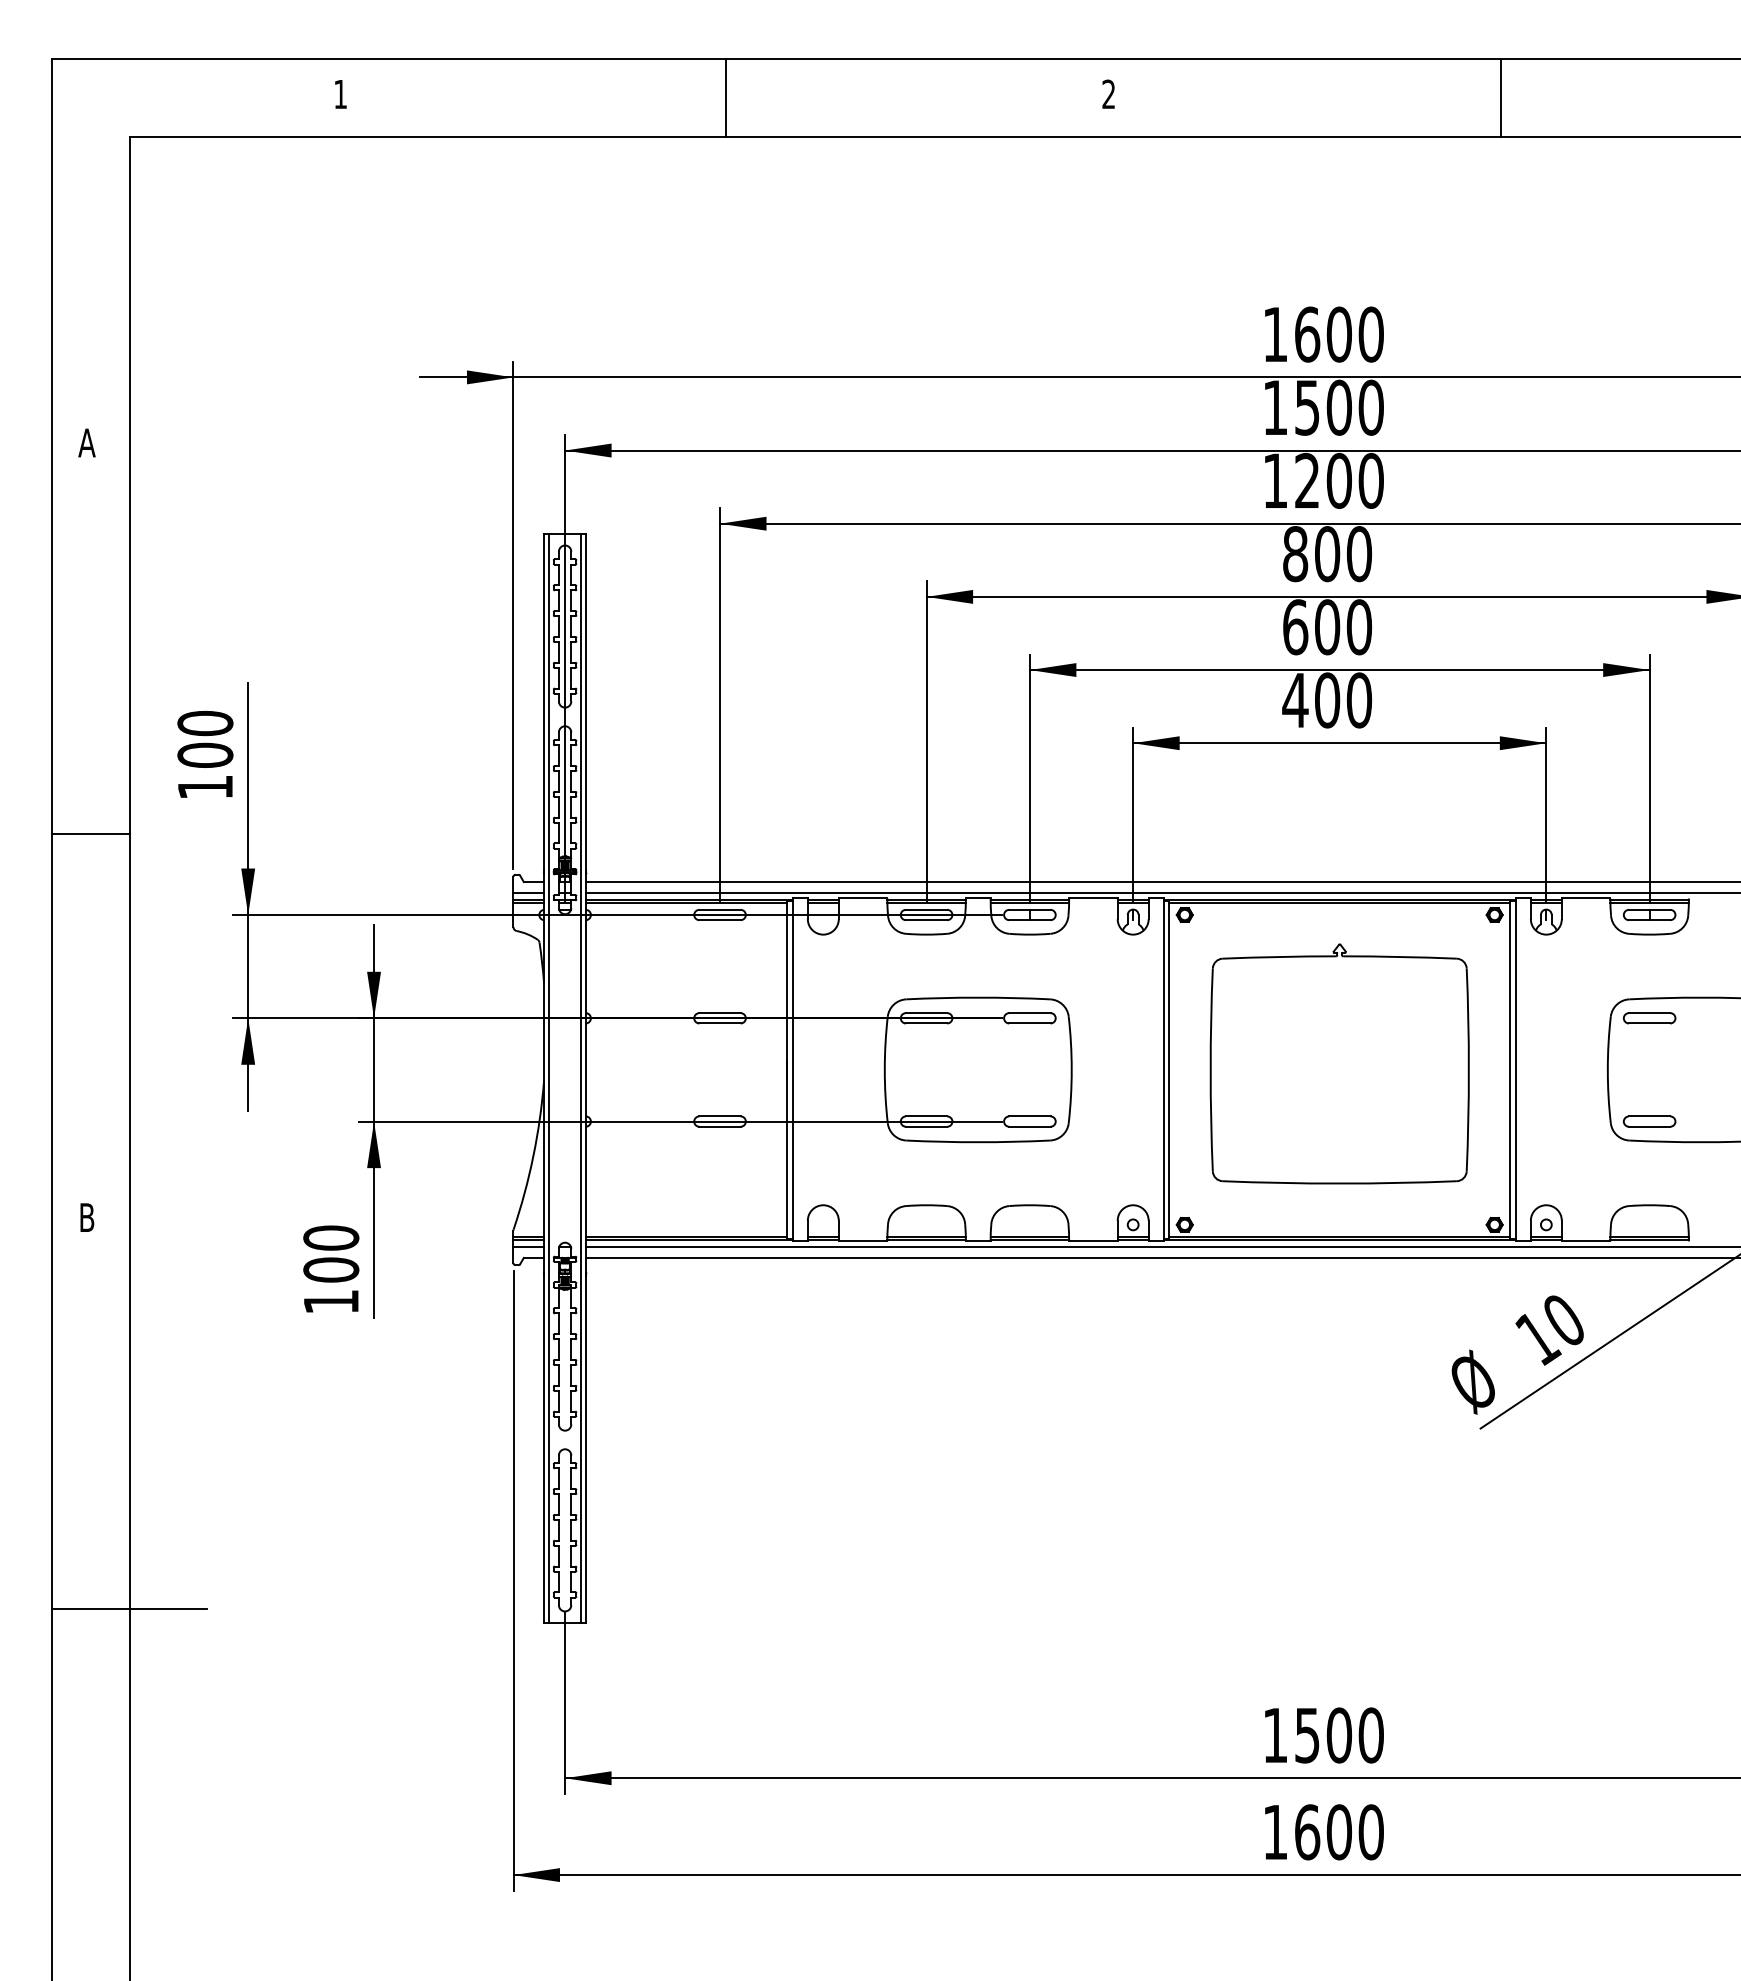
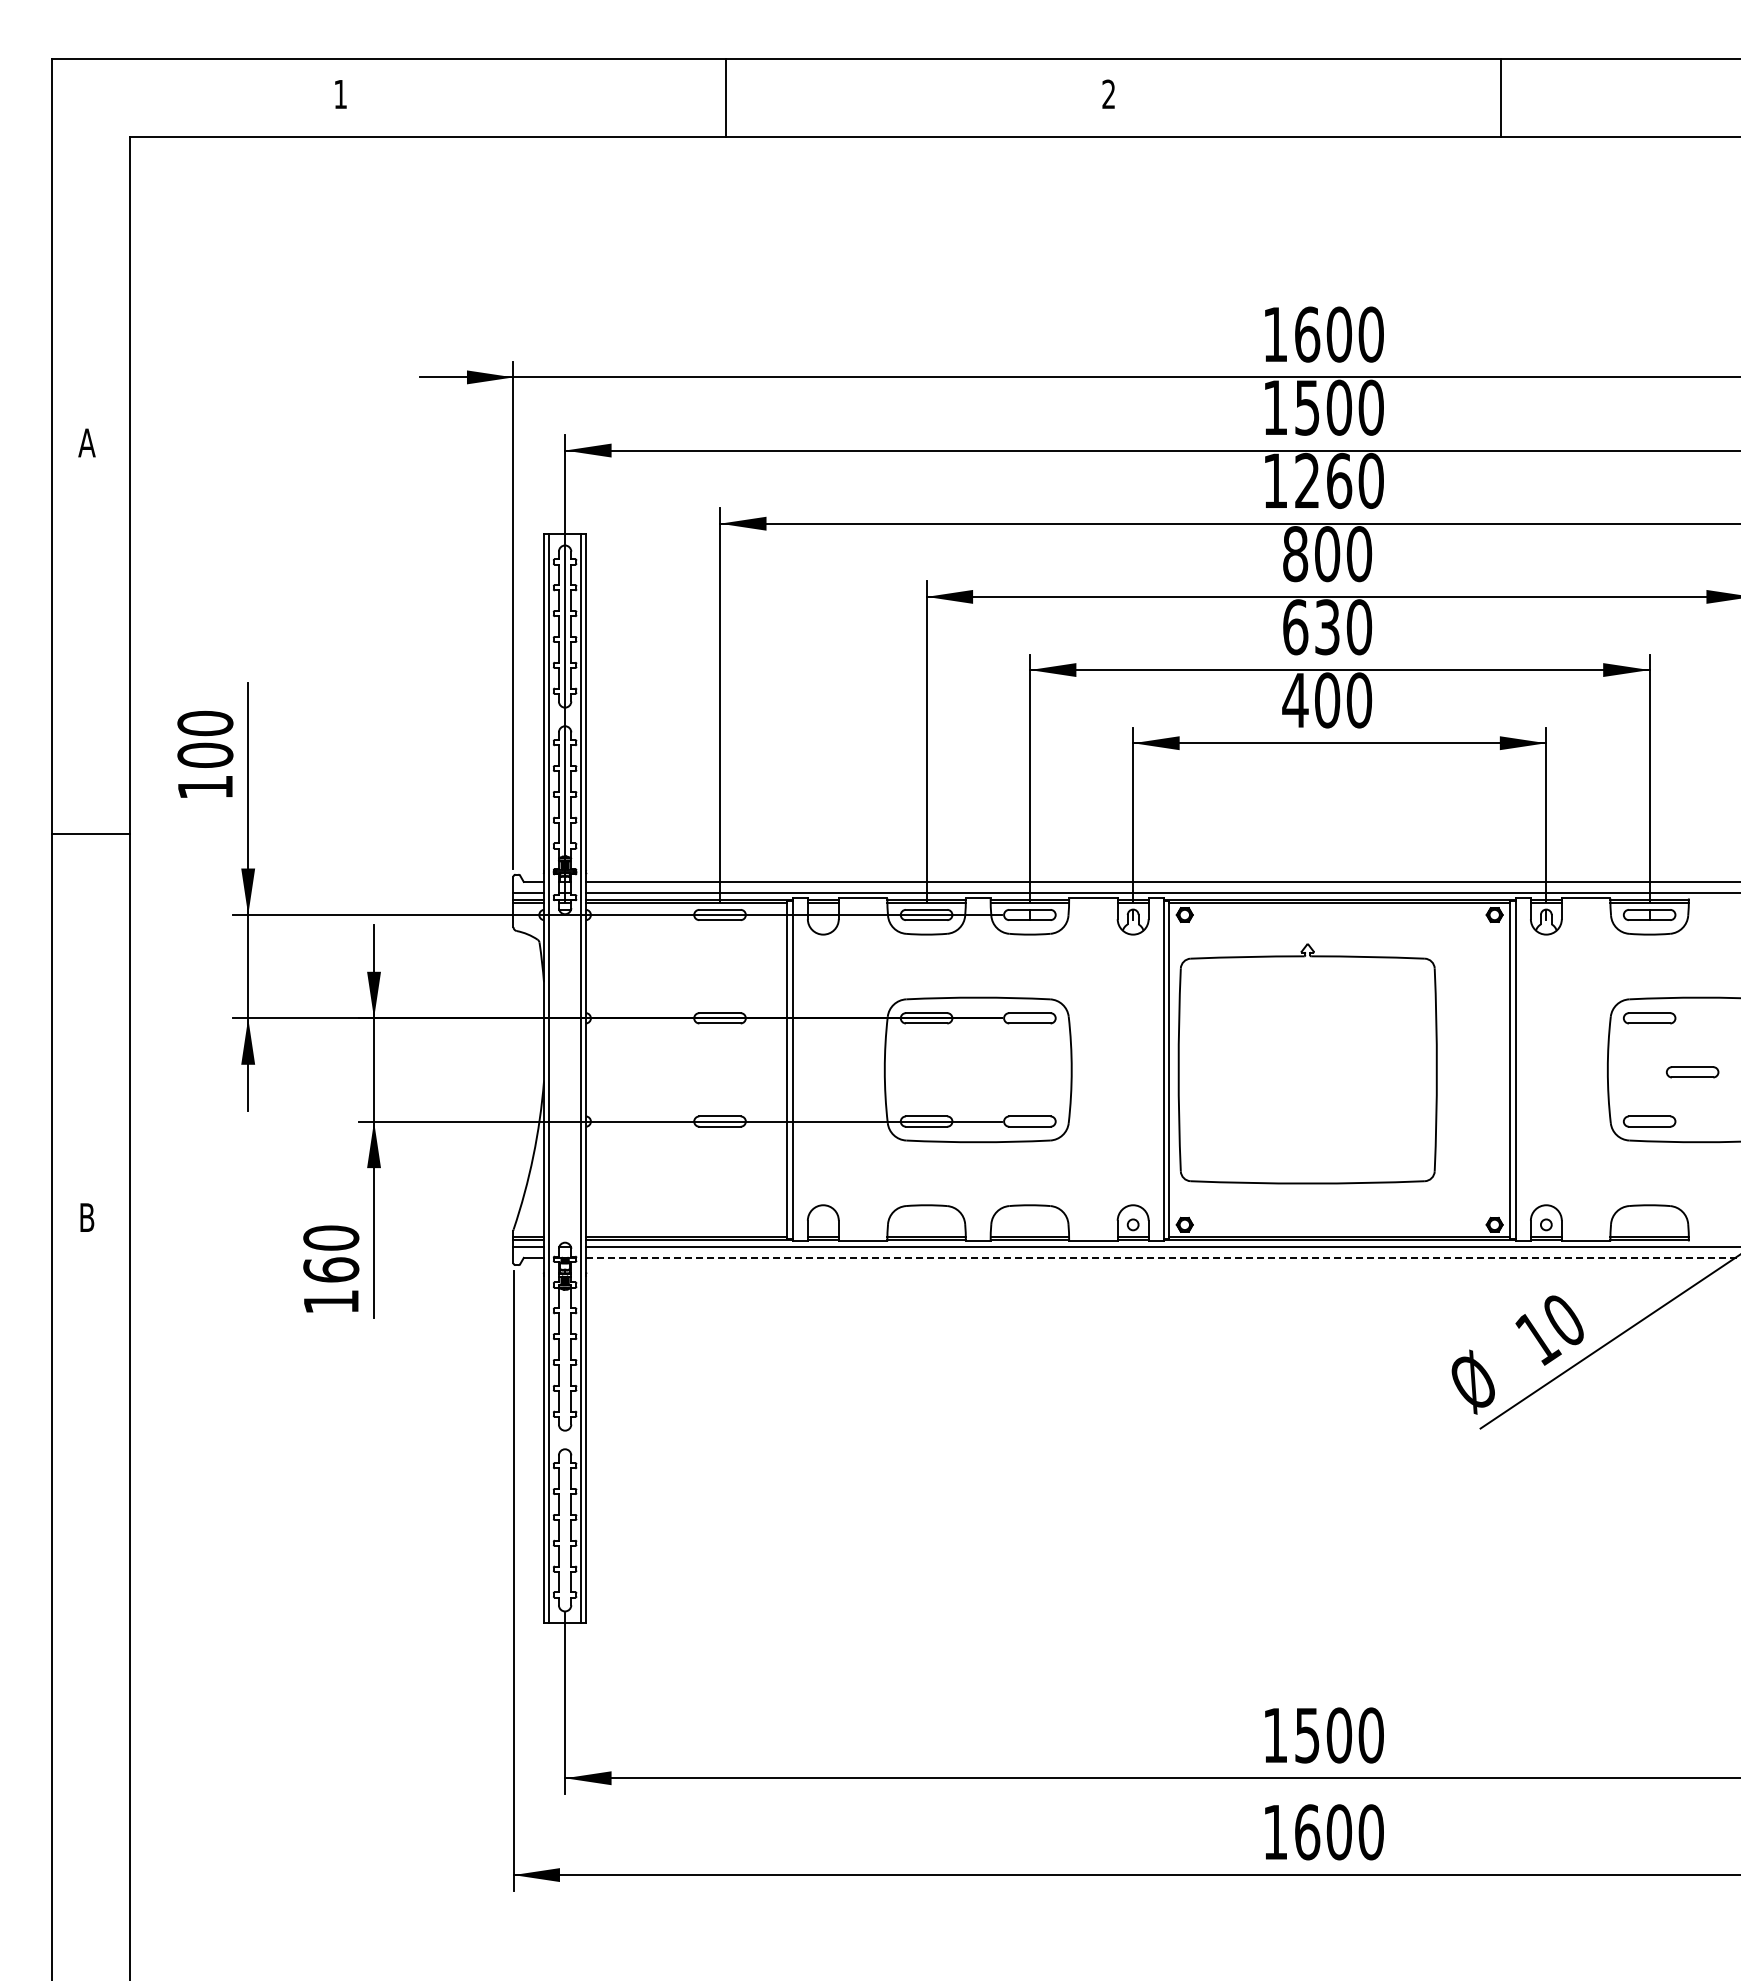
text at (1339, 480): 1200 -> 1260
text at (1327, 627): 600 -> 630
part at (1339, 1063) position: (1339, 1063) -> (1307, 1063)
part at (1692, 1072): none -> present
line at (1163, 1257): solid -> dashed
text at (331, 1269): 100 -> 160
line at (129, 1608): present -> none
